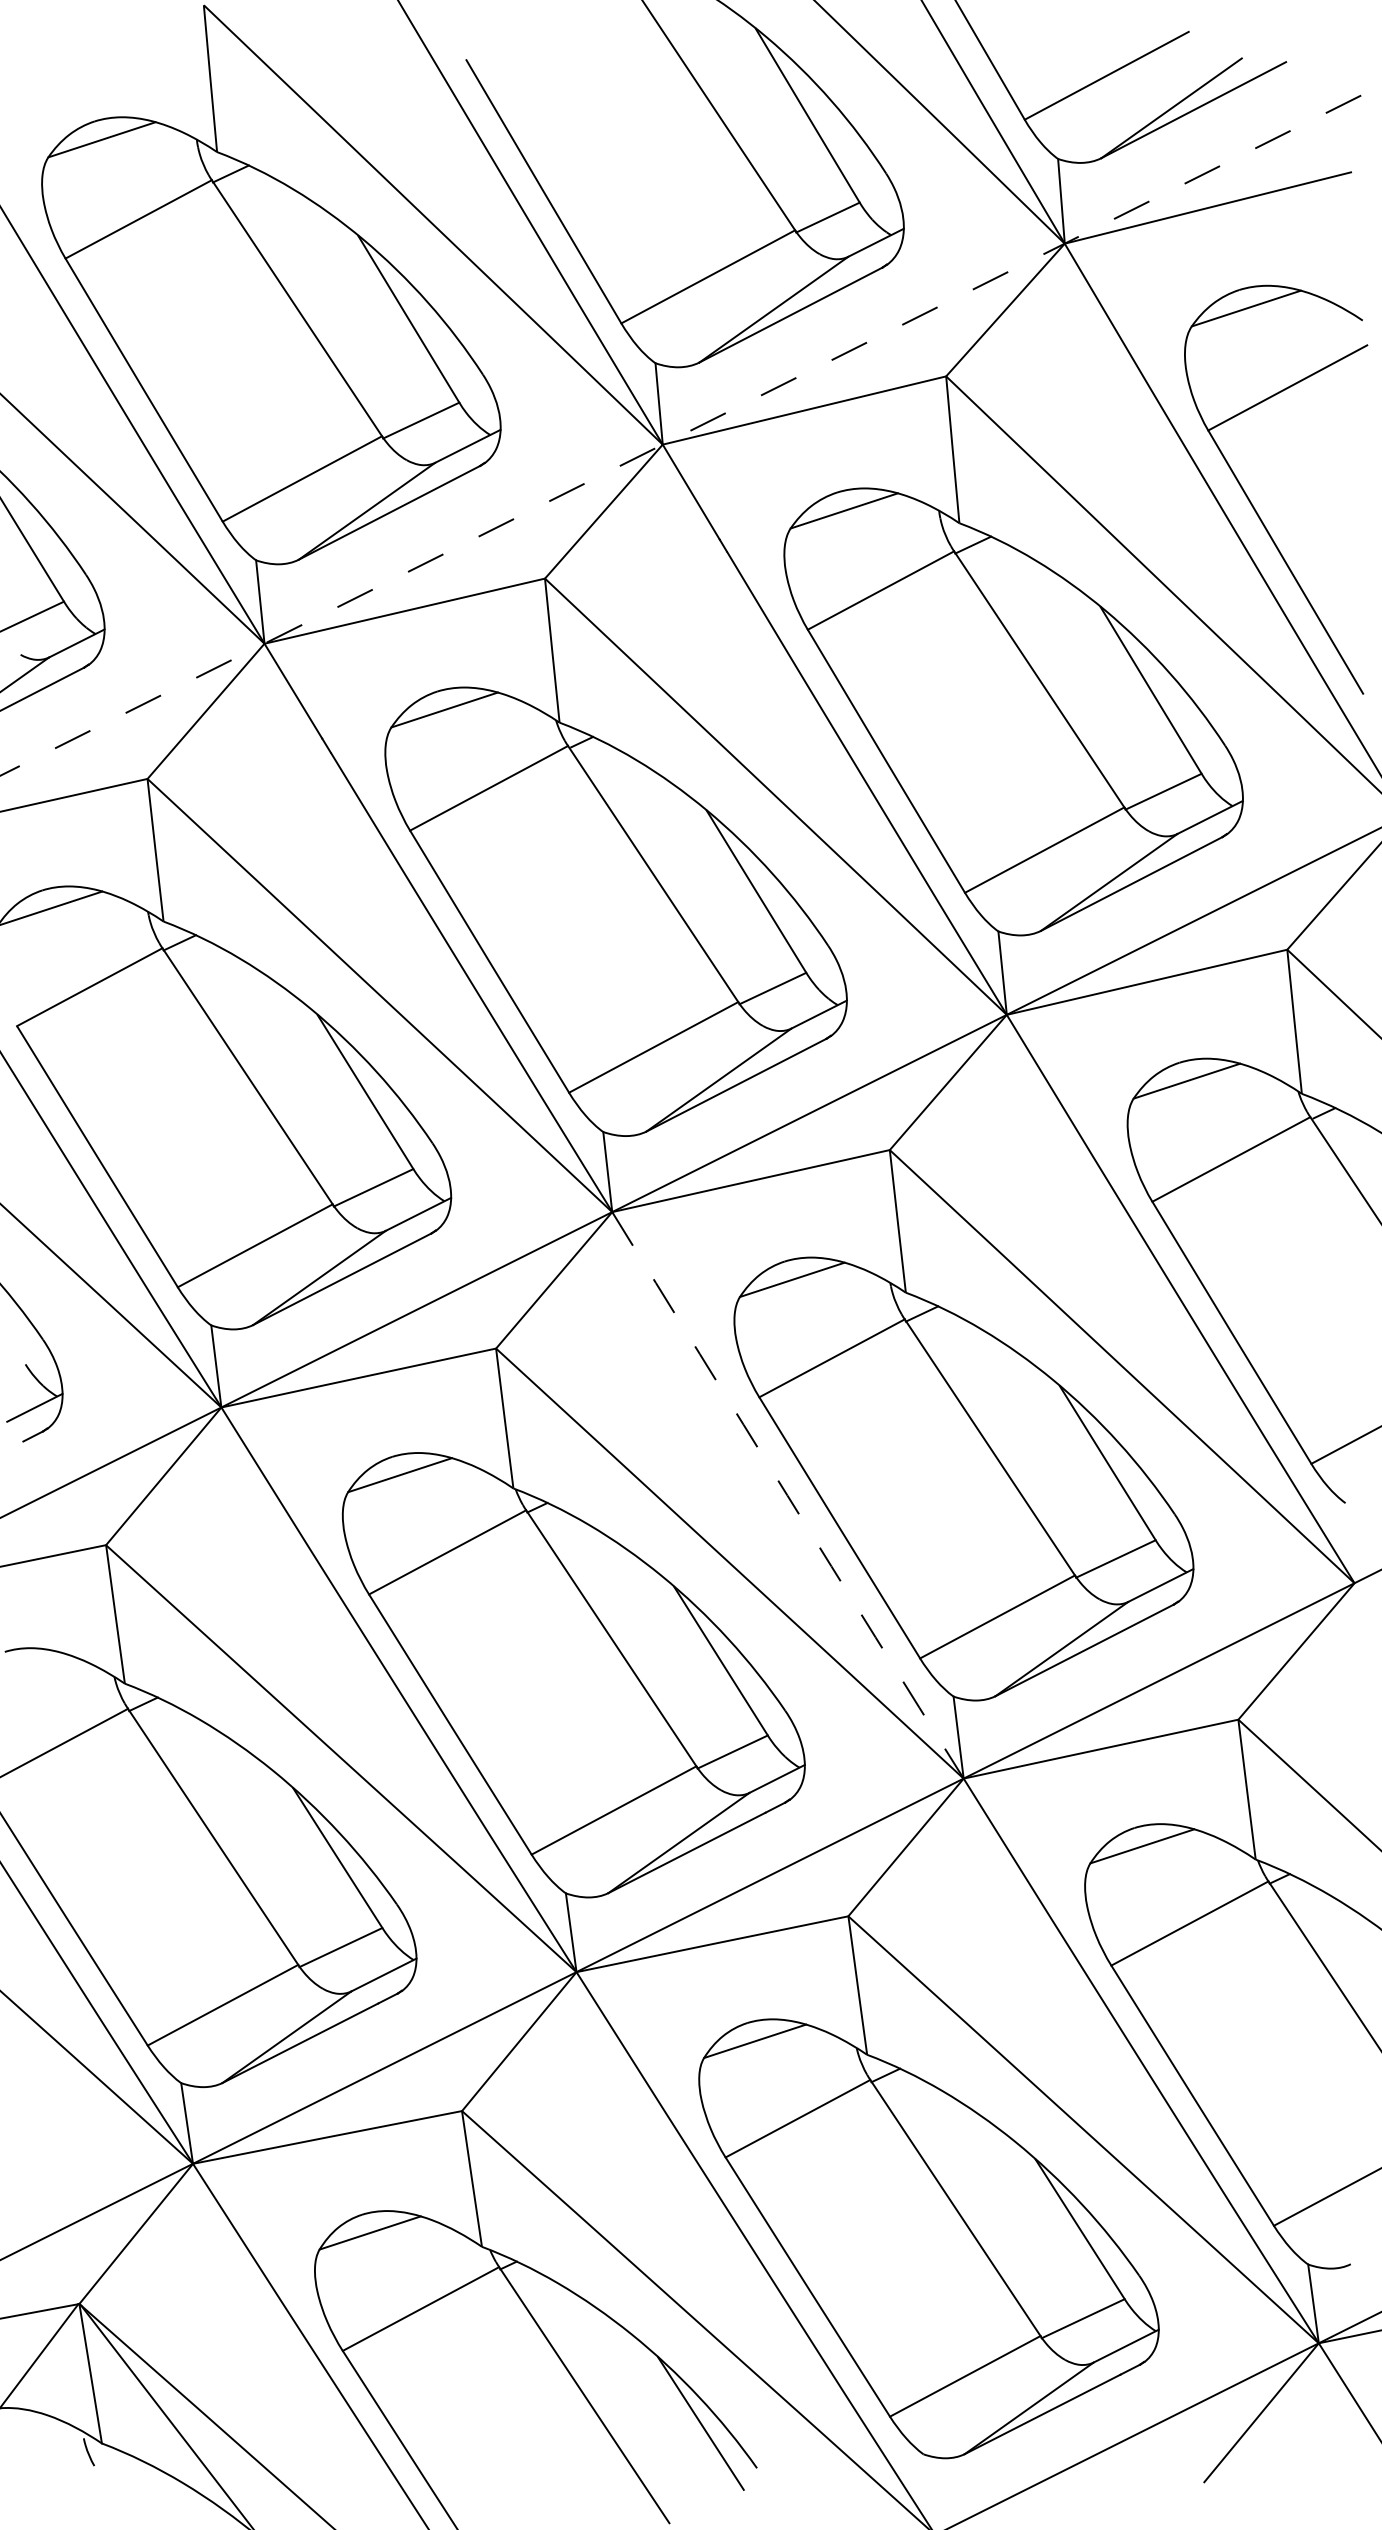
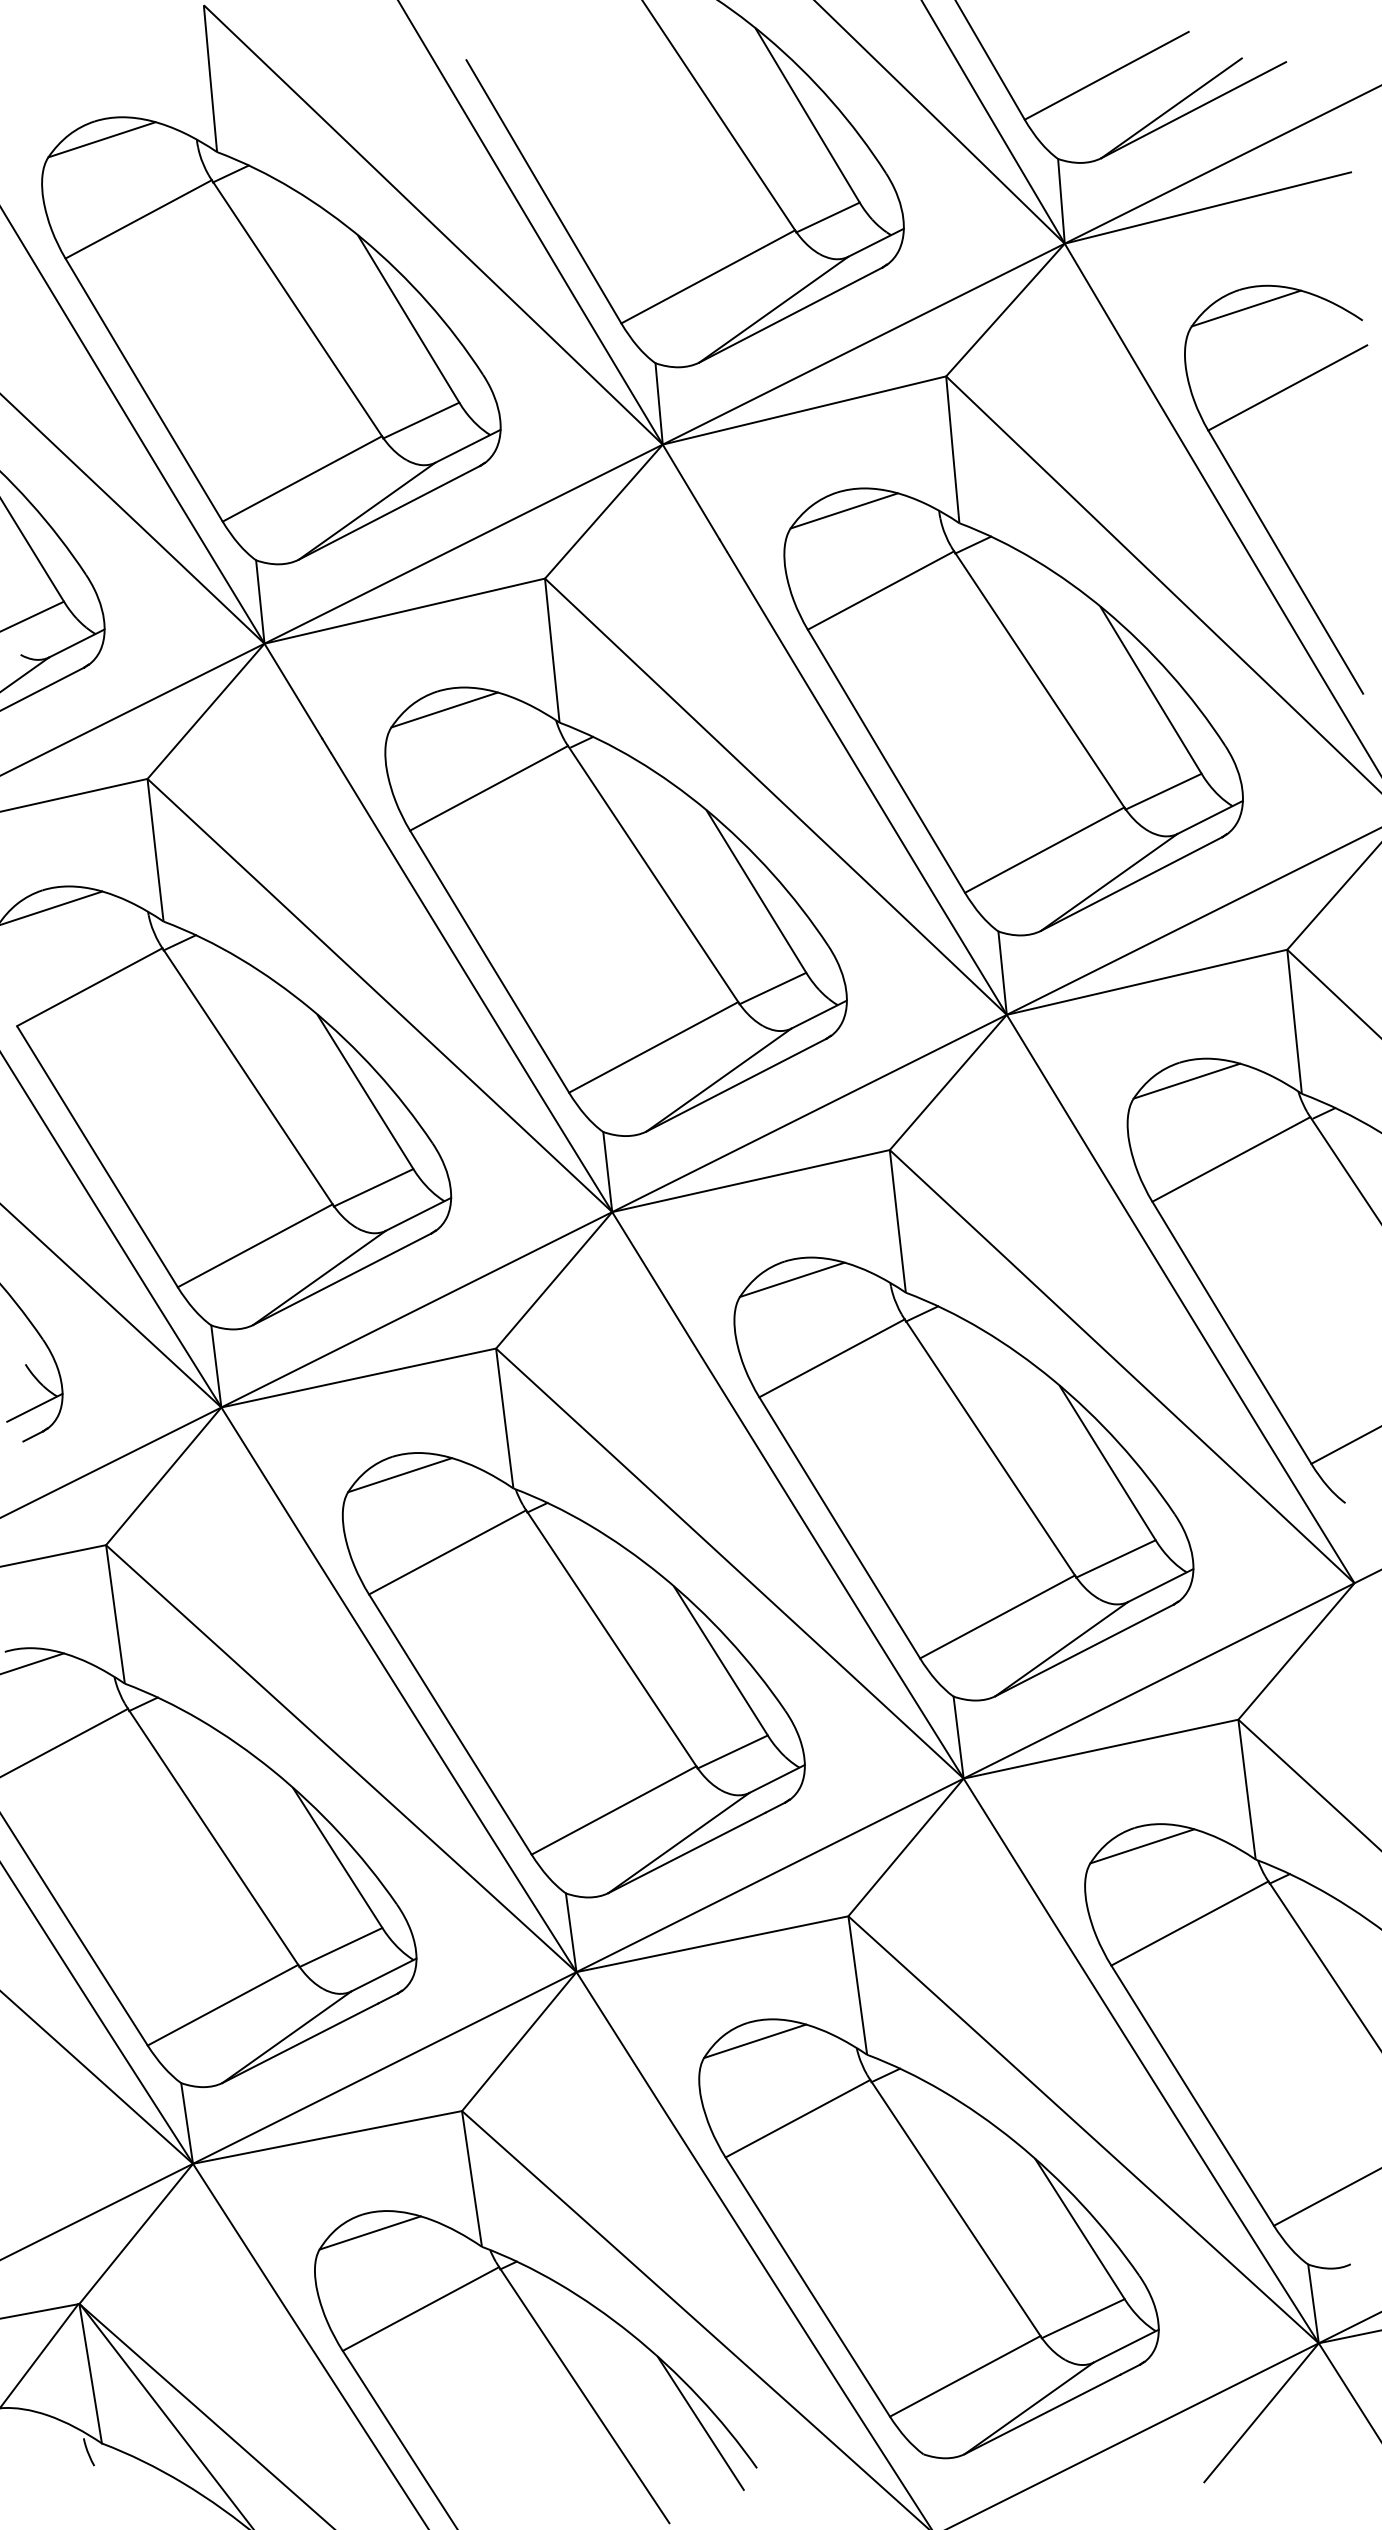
line at (691, 430): dashed -> solid
arc at (787, 1495): dashed -> solid
line at (32, 1663): none -> present
